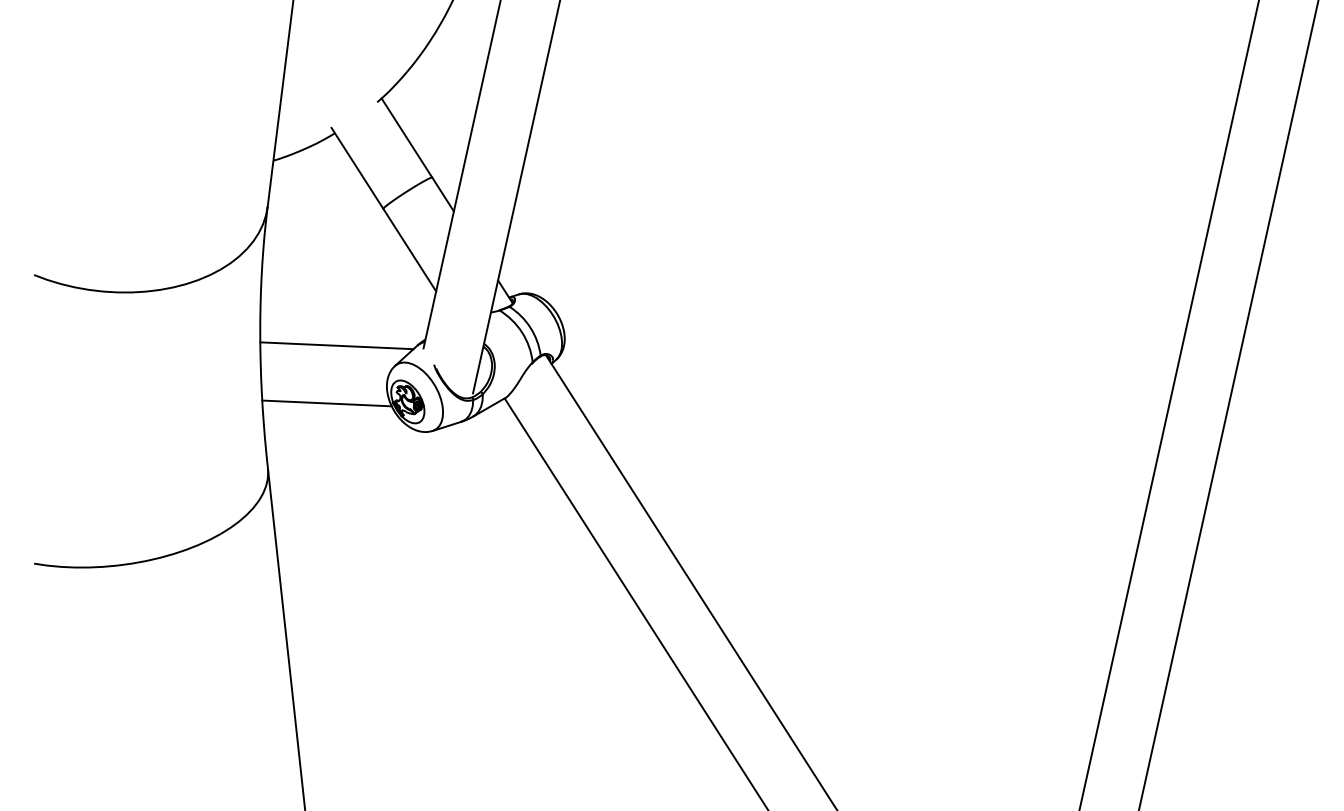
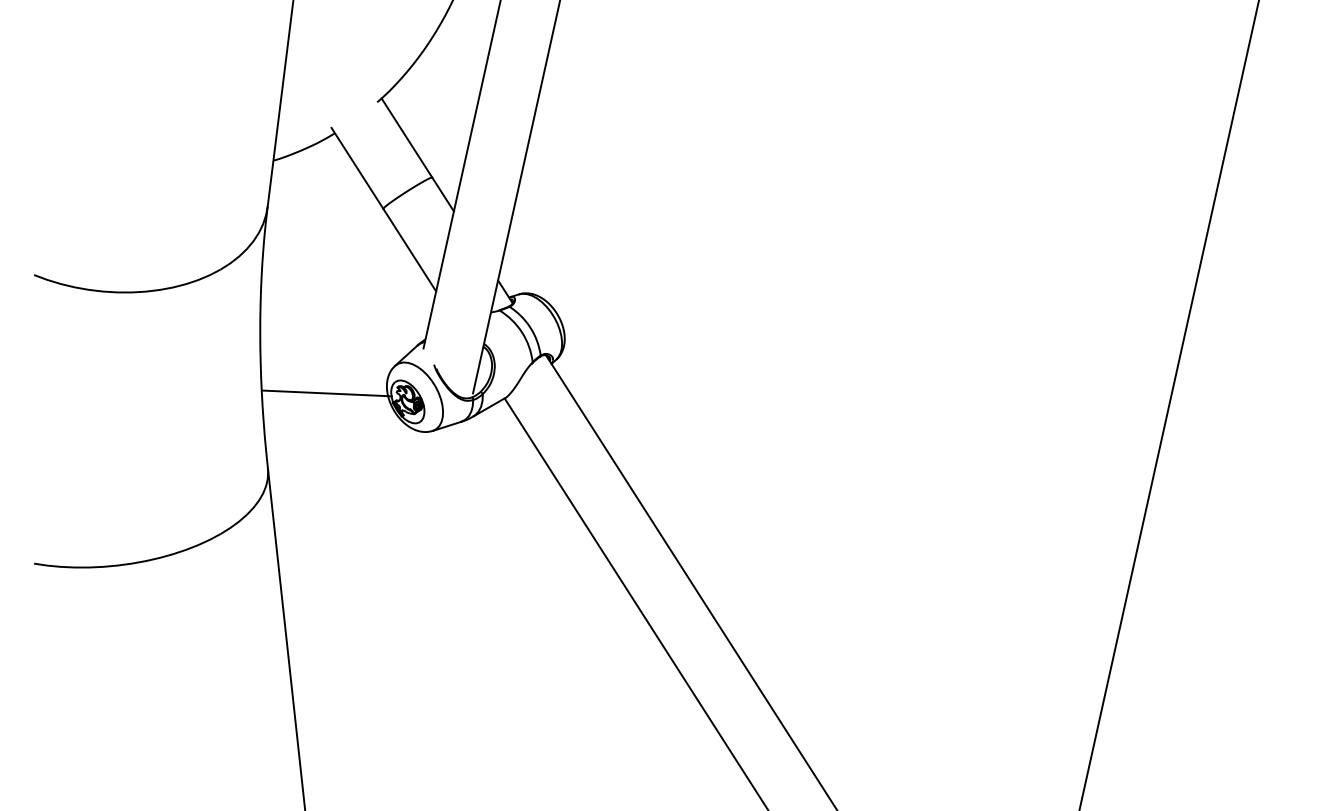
line at (336, 345): present -> none
line at (326, 403) position: (326, 403) -> (326, 393)
line at (1228, 404): present -> none
